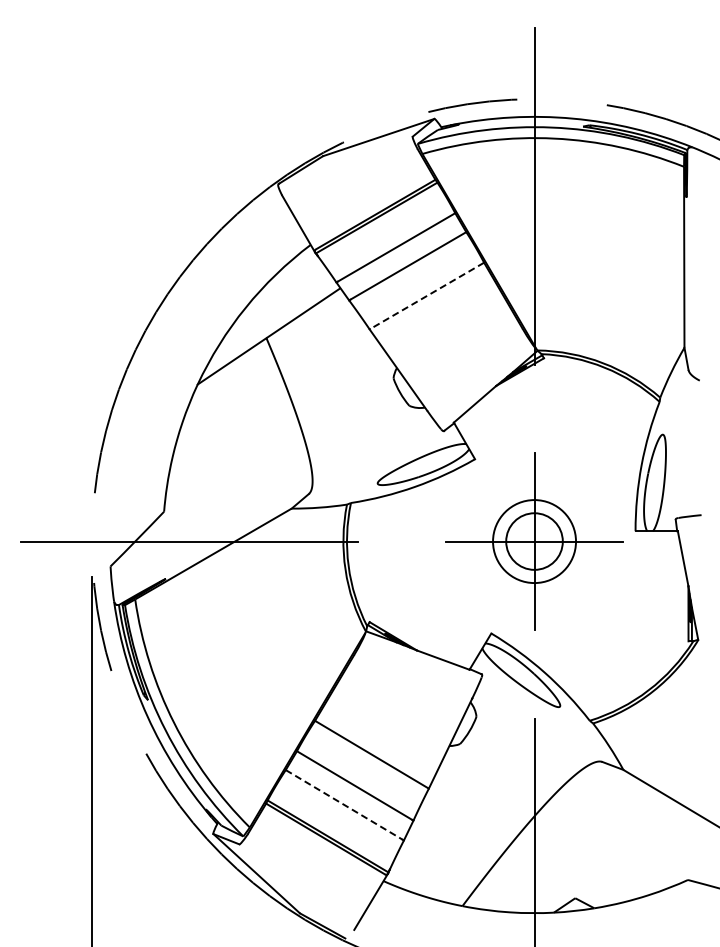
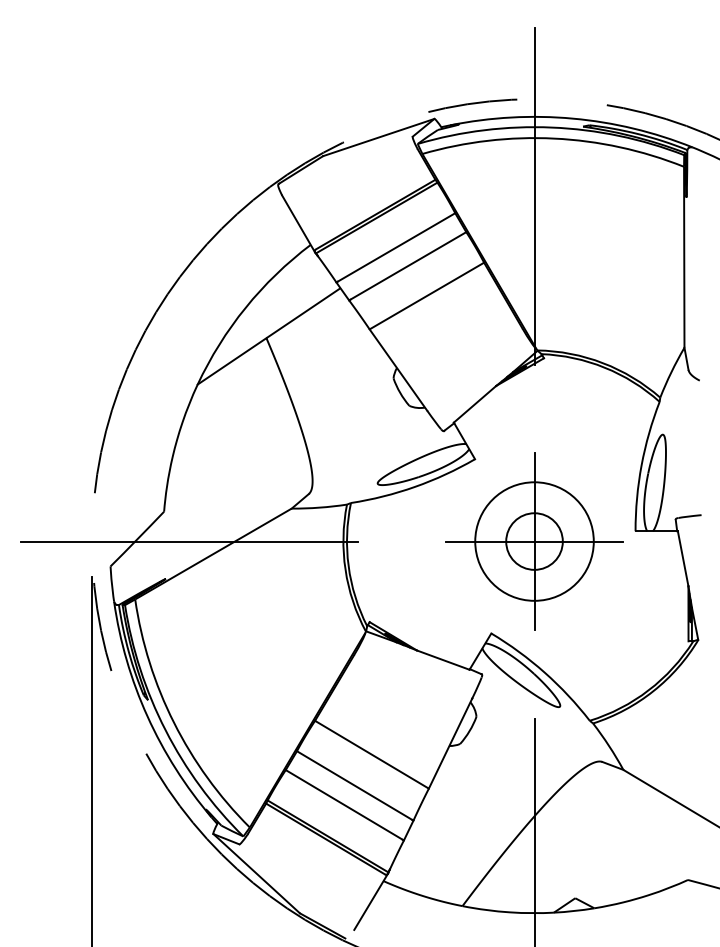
line at (427, 295): dashed -> solid
circle at (534, 541) diameter: 83 px -> 119 px
line at (344, 805): dashed -> solid
